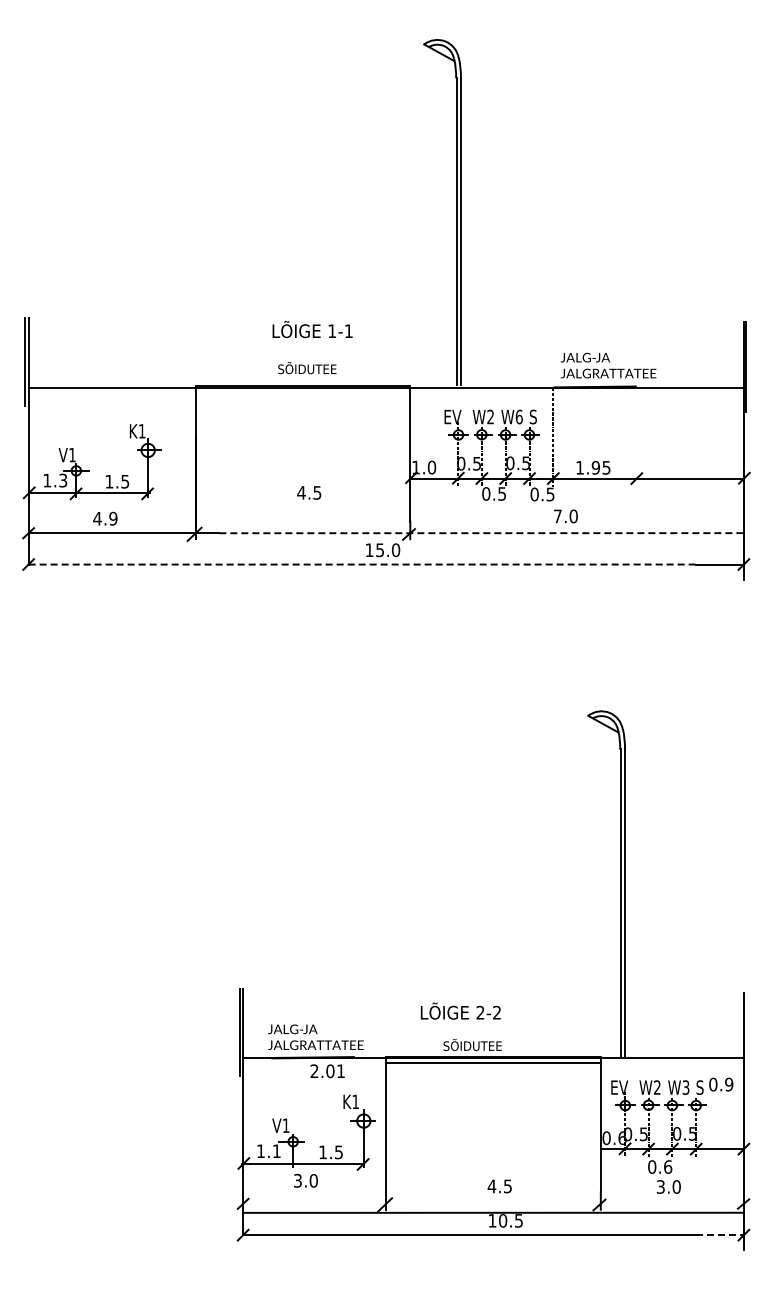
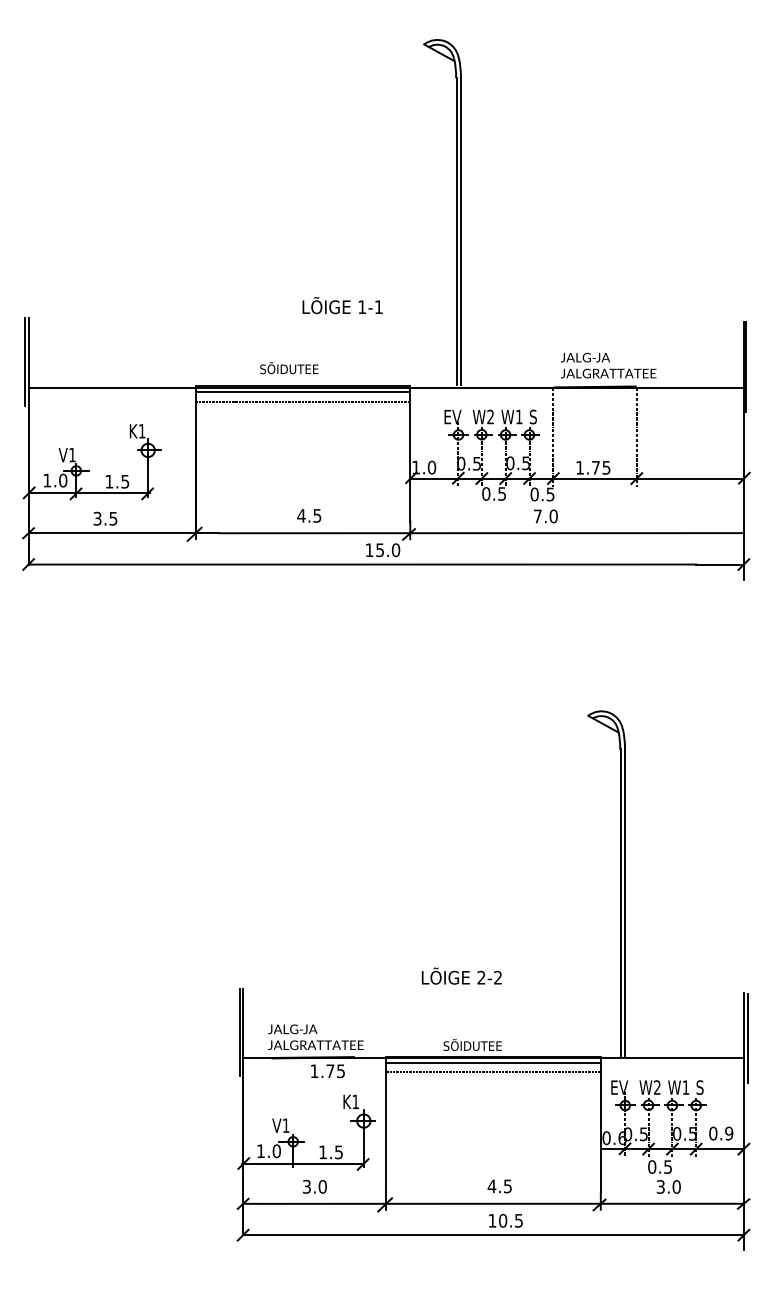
text at (312, 329) position: (312, 329) -> (342, 305)
text at (307, 368) position: (307, 368) -> (289, 368)
line at (302, 392): none -> present
line at (302, 401): none -> present
text at (518, 416): W6 -> W1
line at (636, 436): none -> present
text at (595, 467): 1.95 -> 1.75
text at (63, 480): 1.3 -> 1.0
text at (309, 492) position: (309, 492) -> (309, 515)
text at (565, 516) position: (565, 516) -> (545, 516)
text at (105, 518): 4.9 -> 3.5
line at (482, 533): dashed -> solid
line at (362, 564): dashed -> solid
text at (460, 1010) position: (460, 1010) -> (461, 975)
line at (747, 1038): none -> present
text at (327, 1071): 2.01 -> 1.75
line at (493, 1072): none -> present
text at (721, 1084) position: (721, 1084) -> (721, 1133)
text at (685, 1087): W3 -> W1
text at (276, 1151): 1.1 -> 1.0
text at (668, 1166): 0.6 -> 0.5
text at (305, 1180) position: (305, 1180) -> (314, 1186)
line at (493, 1212) position: (493, 1212) -> (493, 1203)
line at (720, 1235): dashed -> solid
